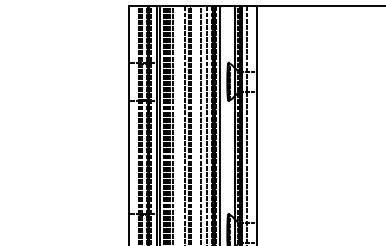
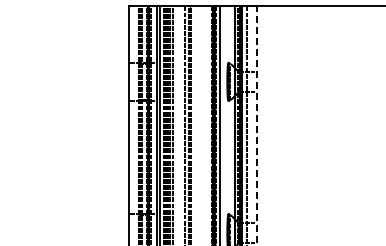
line at (200, 124): present -> none
line at (206, 124): present -> none
line at (256, 125): solid -> dashed
